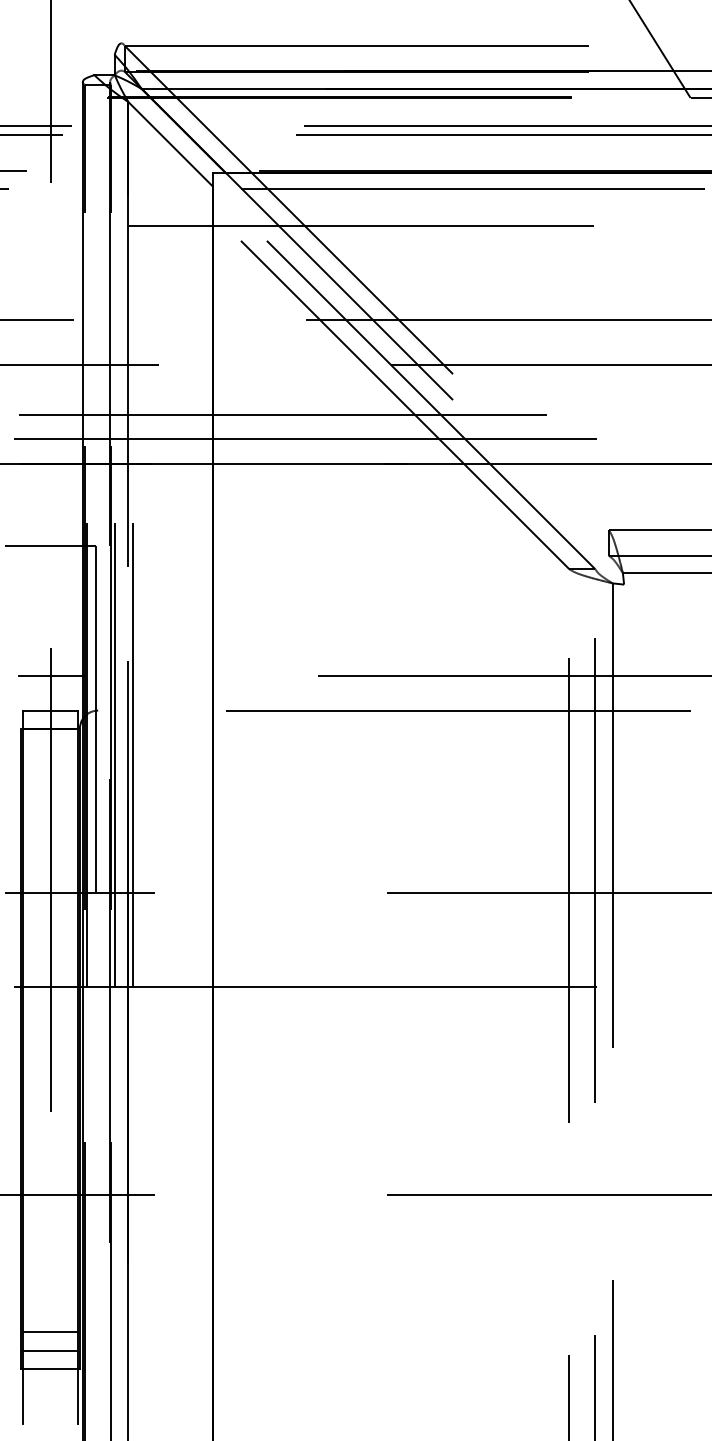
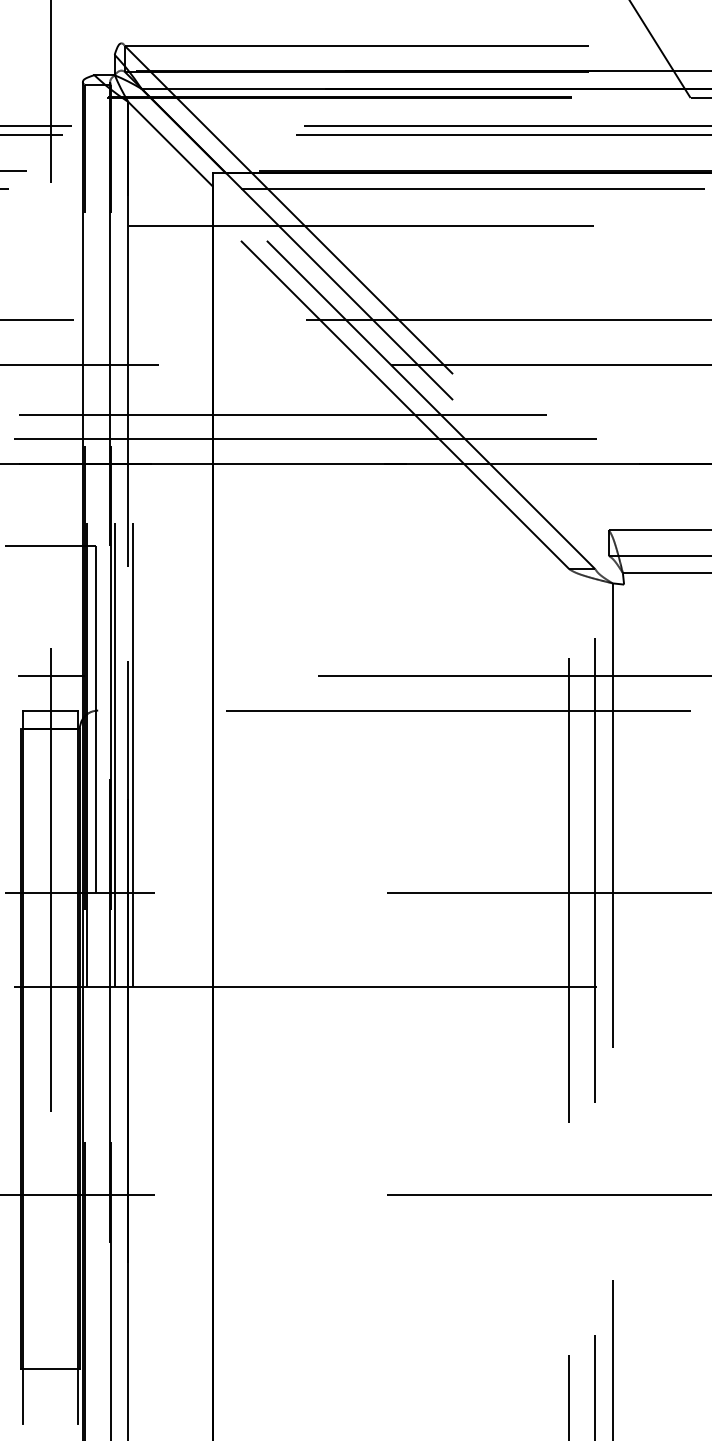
line at (50, 1332): present -> none
line at (50, 1350): present -> none
